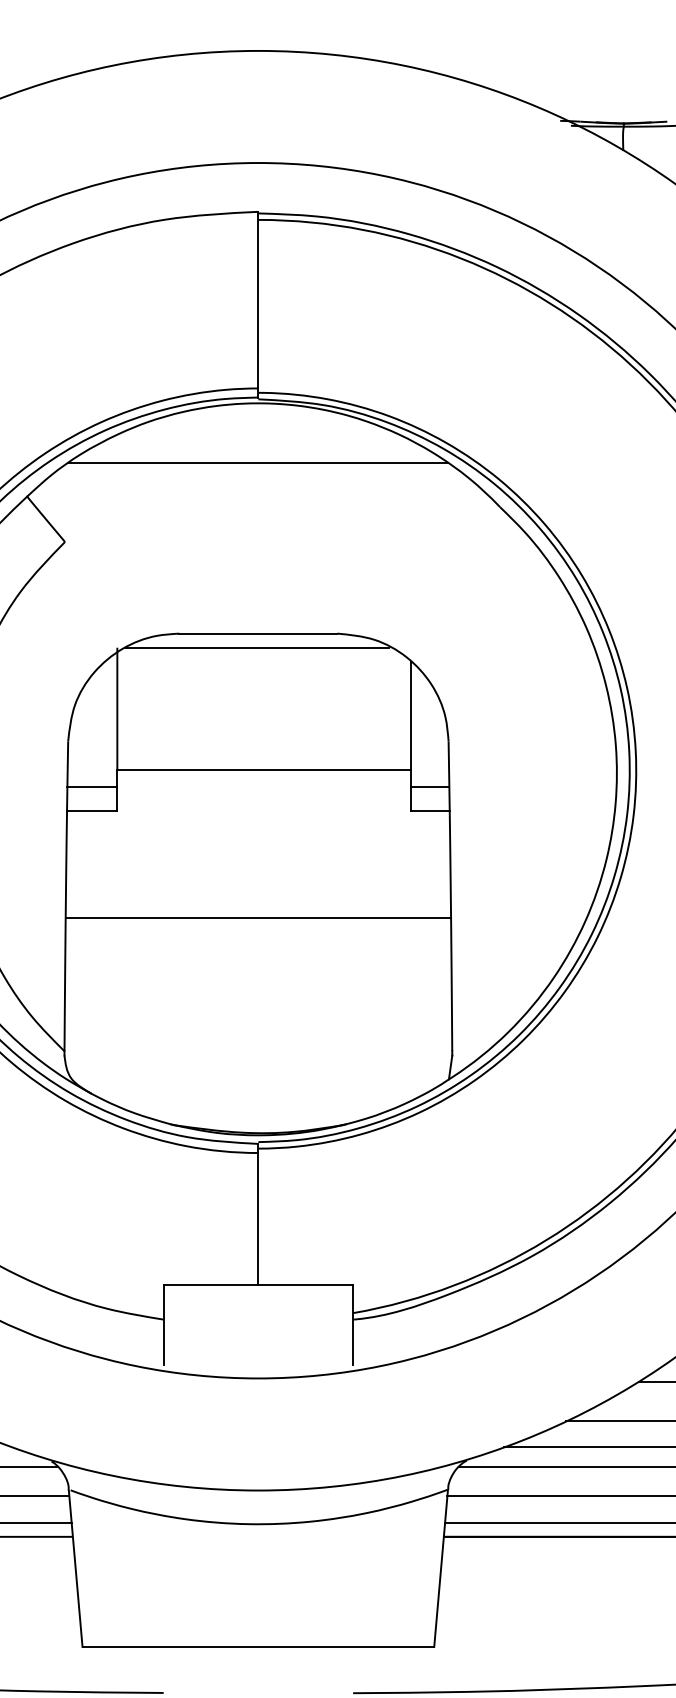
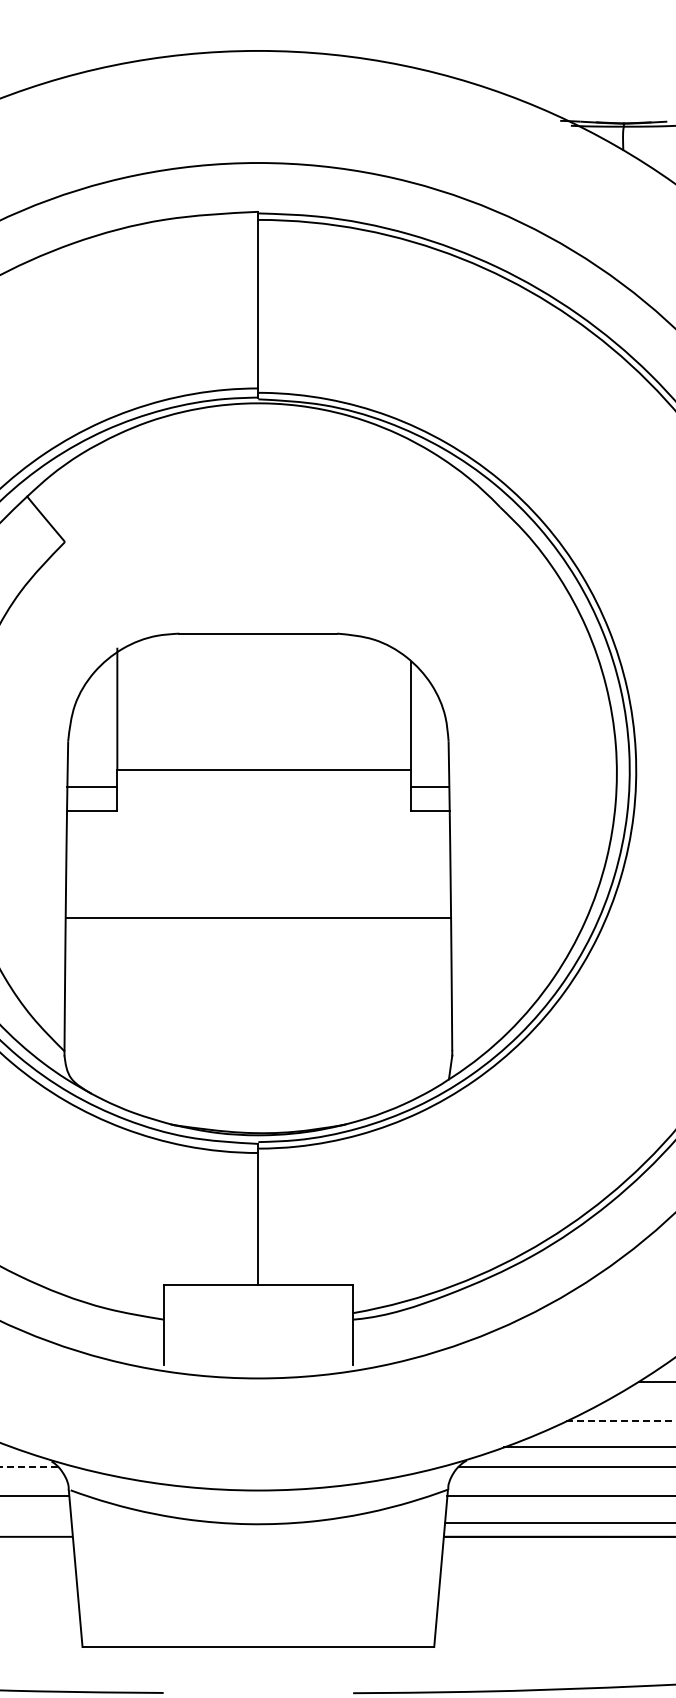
line at (257, 463): present -> none
line at (256, 647): present -> none
line at (621, 1421): solid -> dashed
line at (29, 1466): solid -> dashed
line at (36, 1523): present -> none
